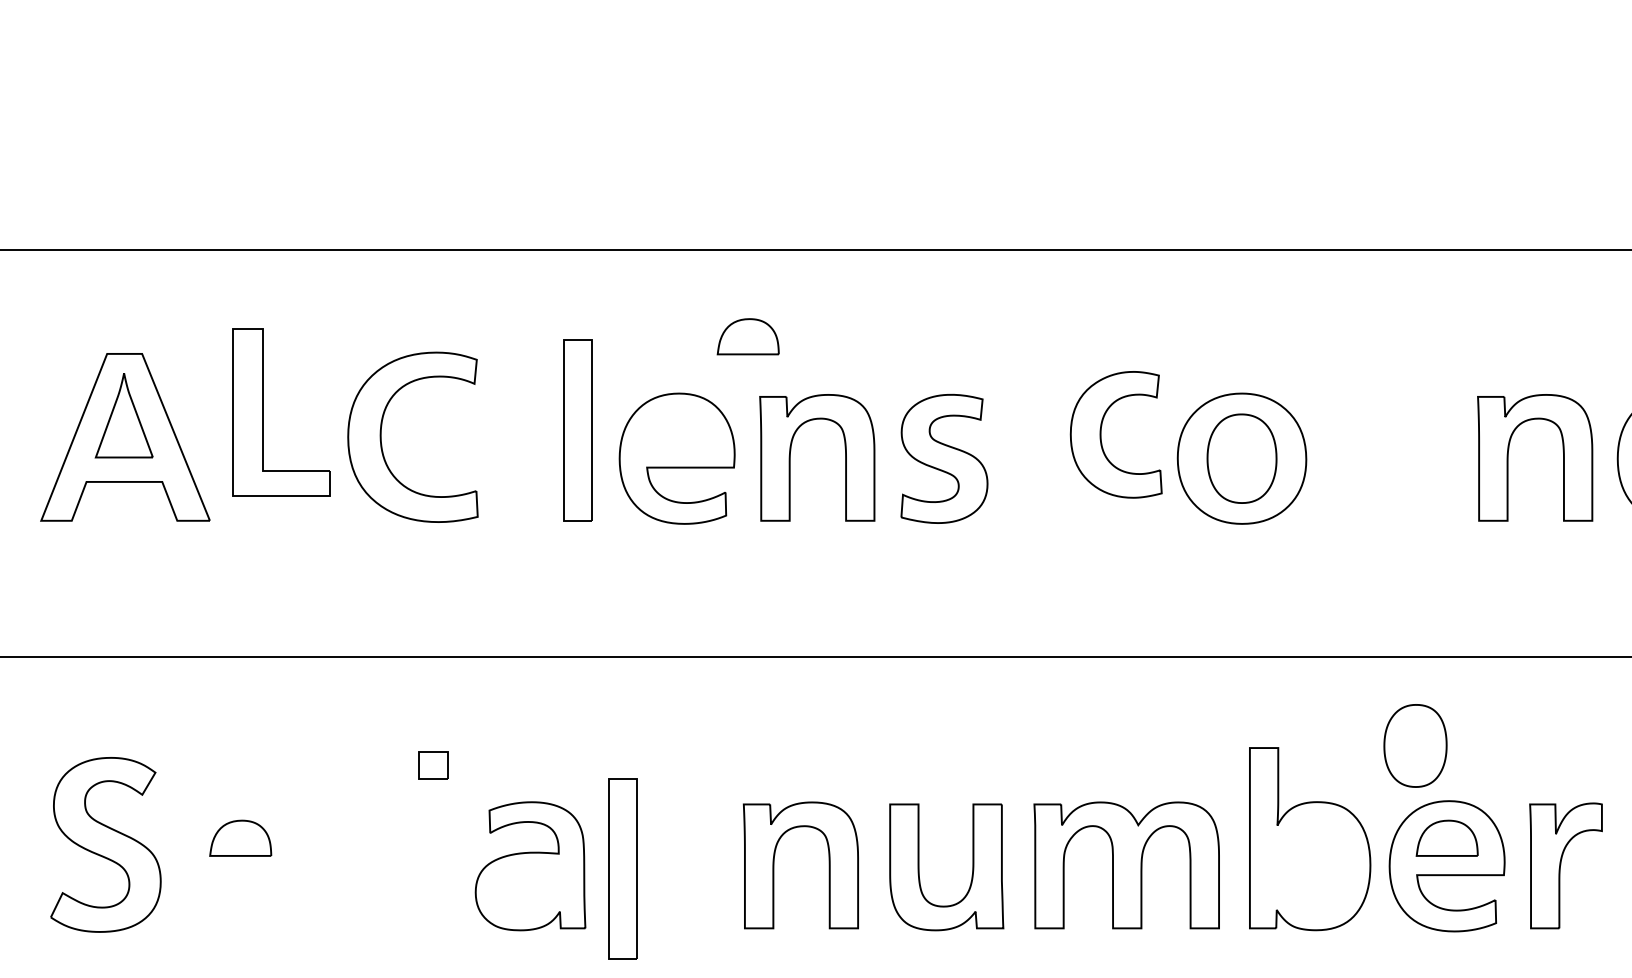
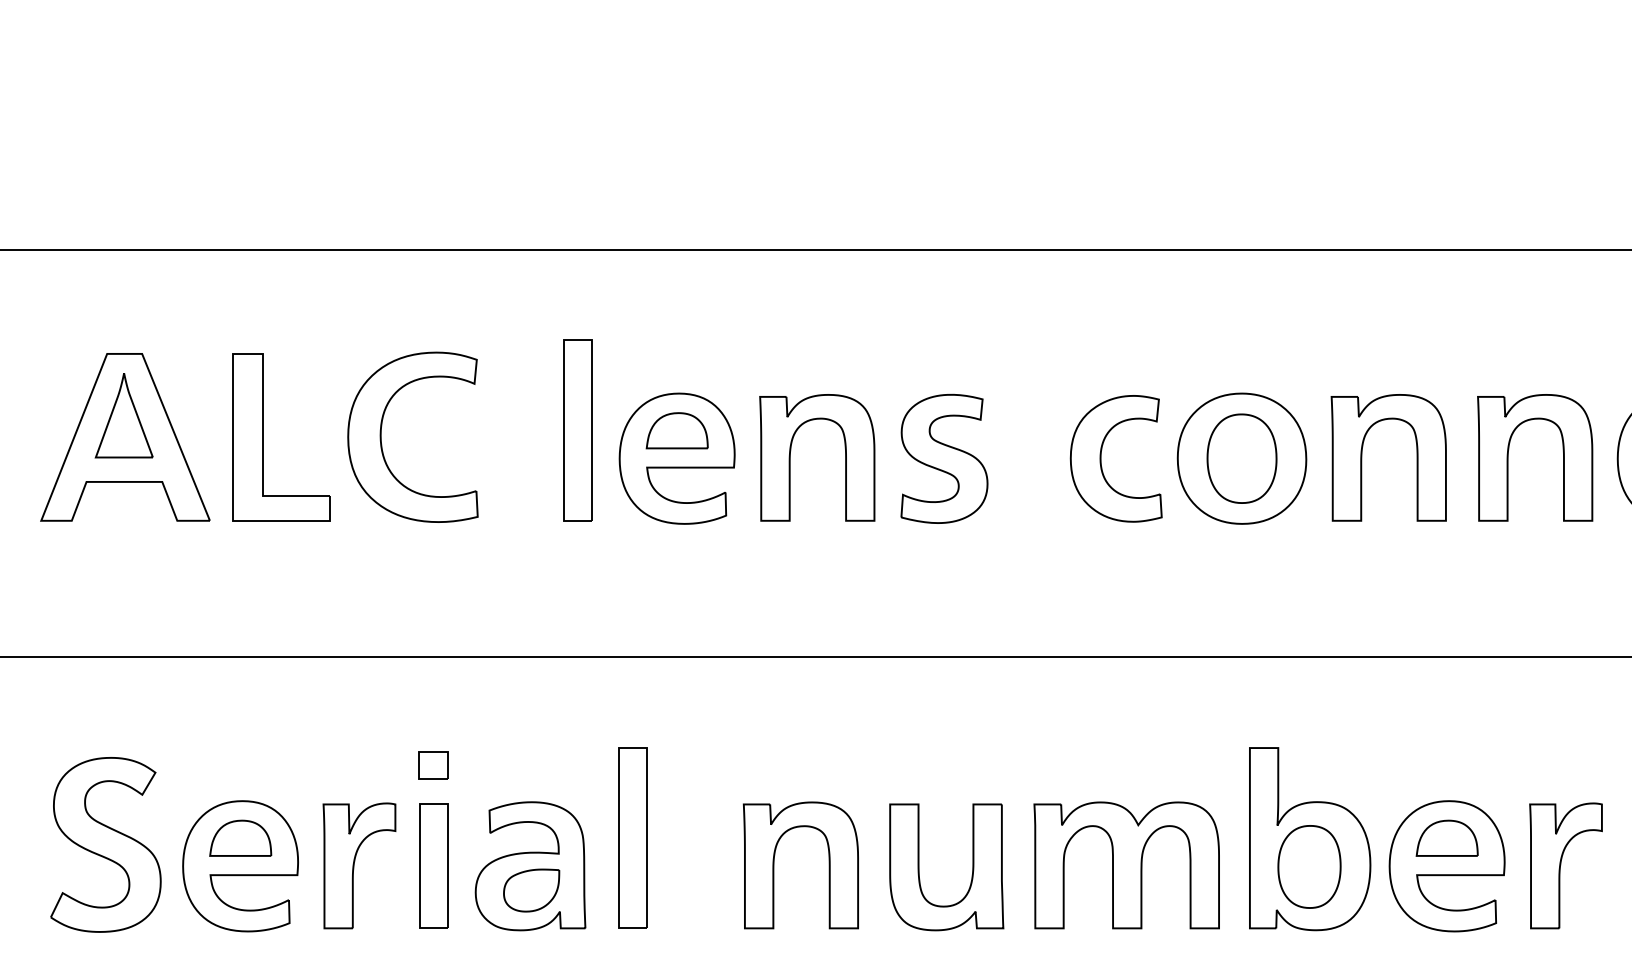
part at (747, 336) position: (747, 336) -> (676, 430)
part at (263, 412) position: (263, 412) -> (263, 437)
part at (1101, 434) position: (1101, 434) -> (1101, 458)
part at (1362, 457): none -> present
part at (1415, 745) position: (1415, 745) -> (1309, 866)
part at (359, 865): none -> present
part at (433, 865): none -> present
part at (240, 866): none -> present
part at (622, 868) position: (622, 868) -> (632, 837)
part at (531, 890): none -> present
